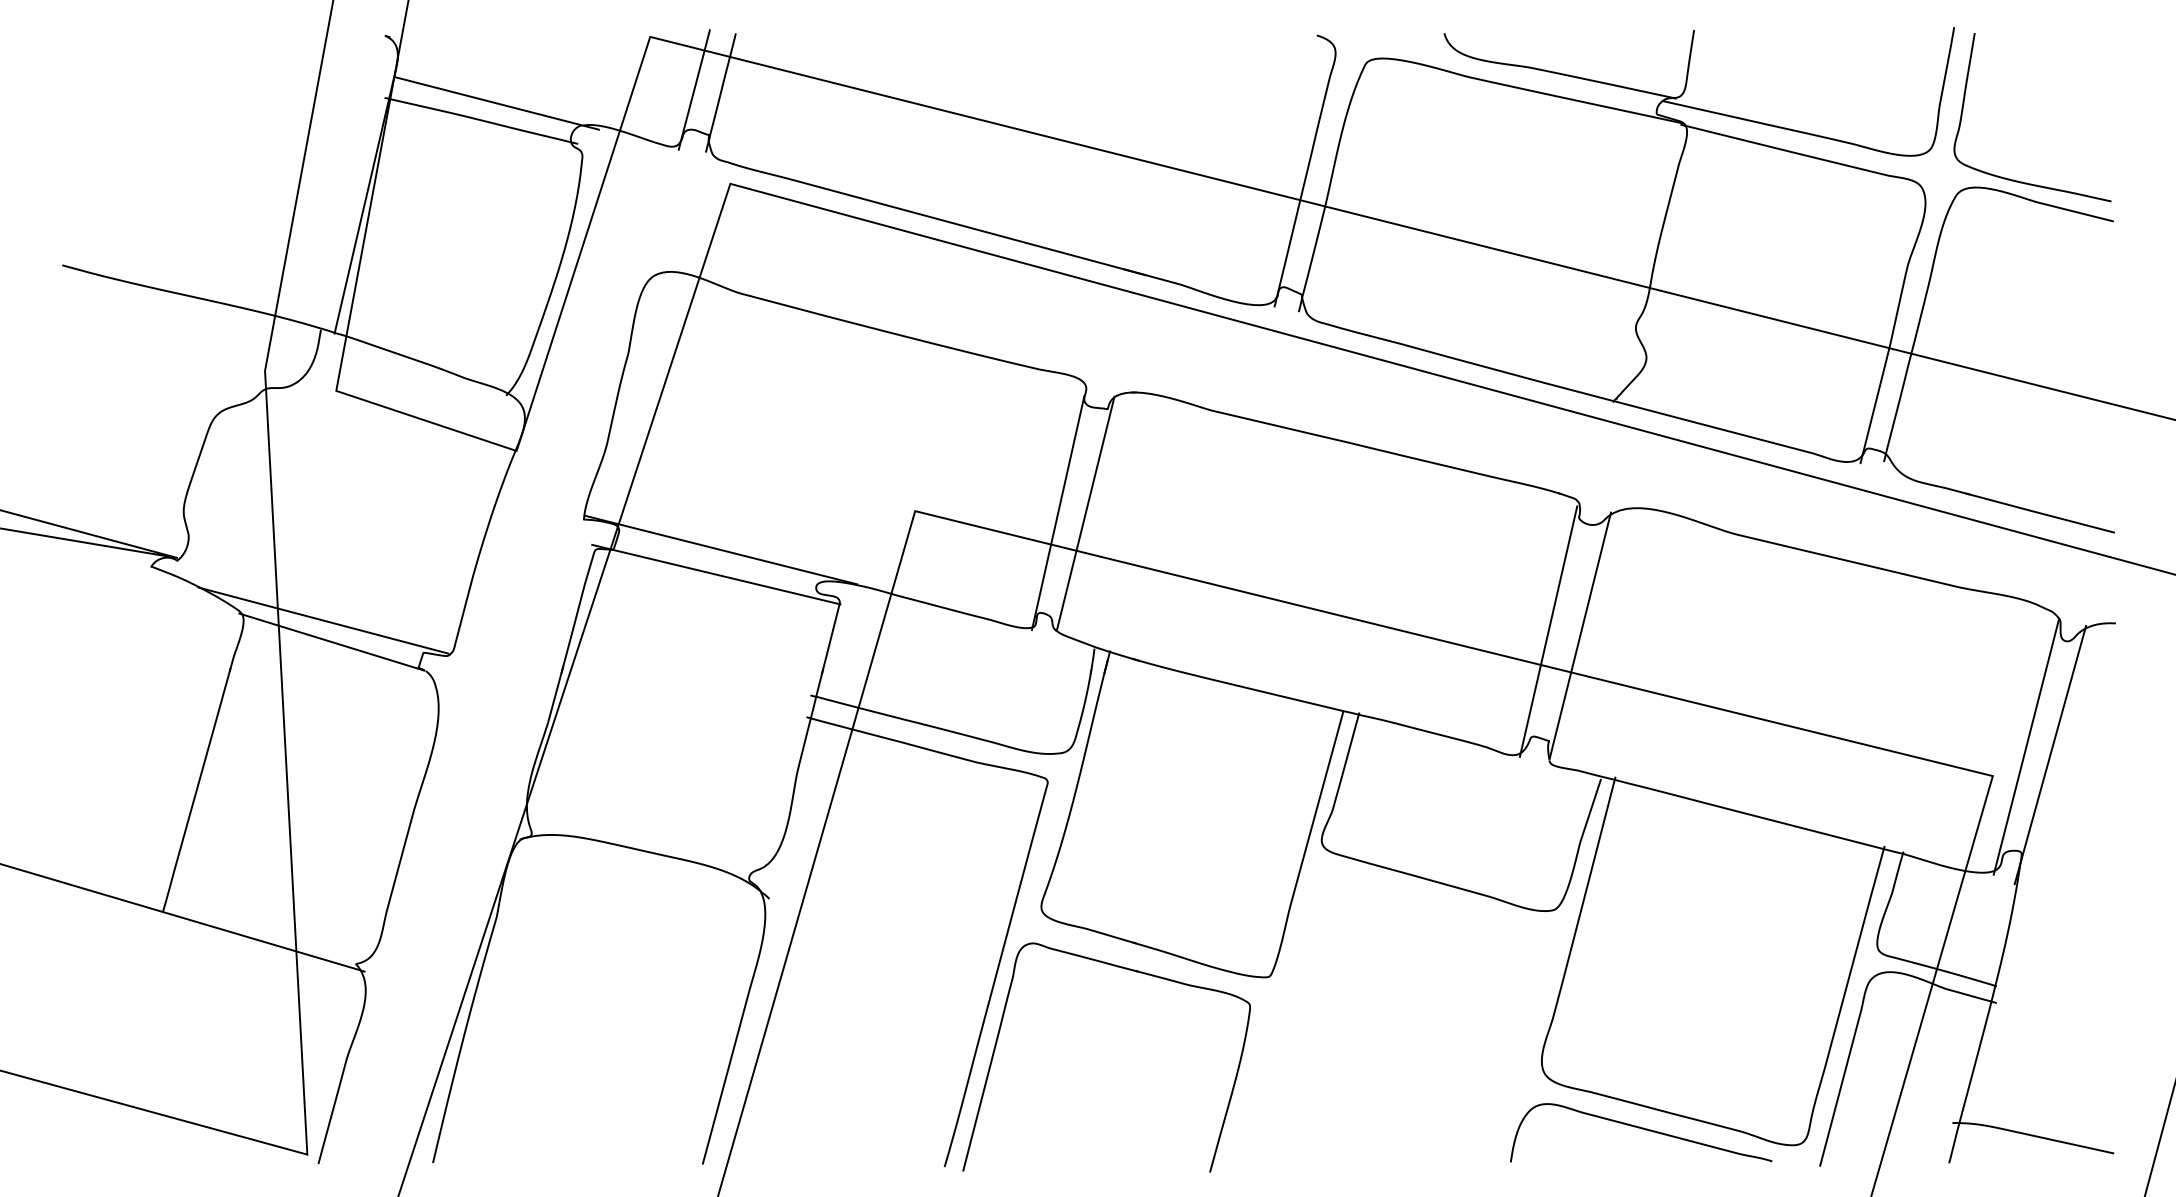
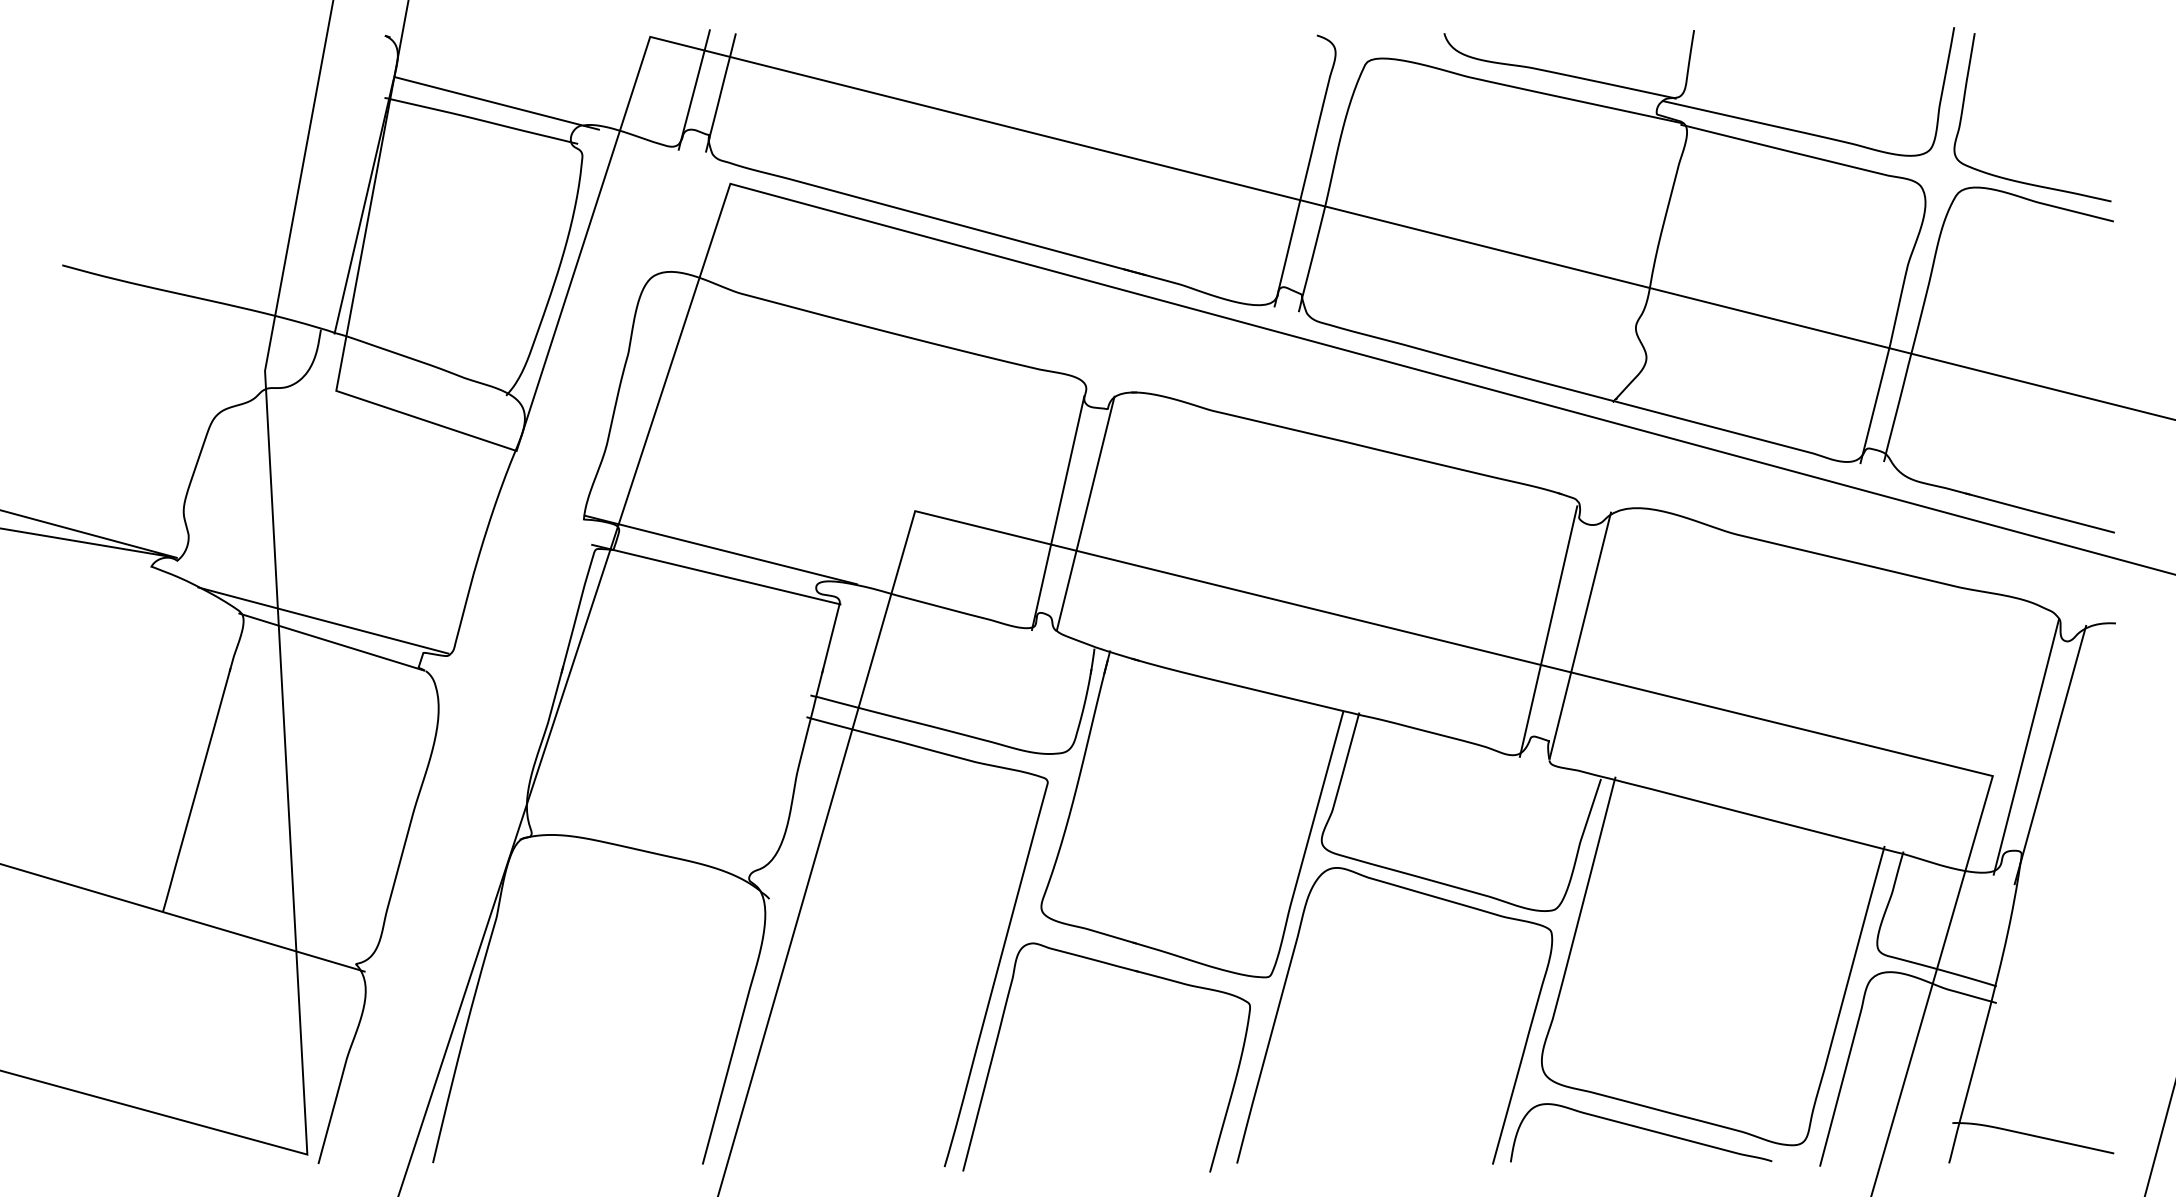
curve at (1285, 986): none -> present
